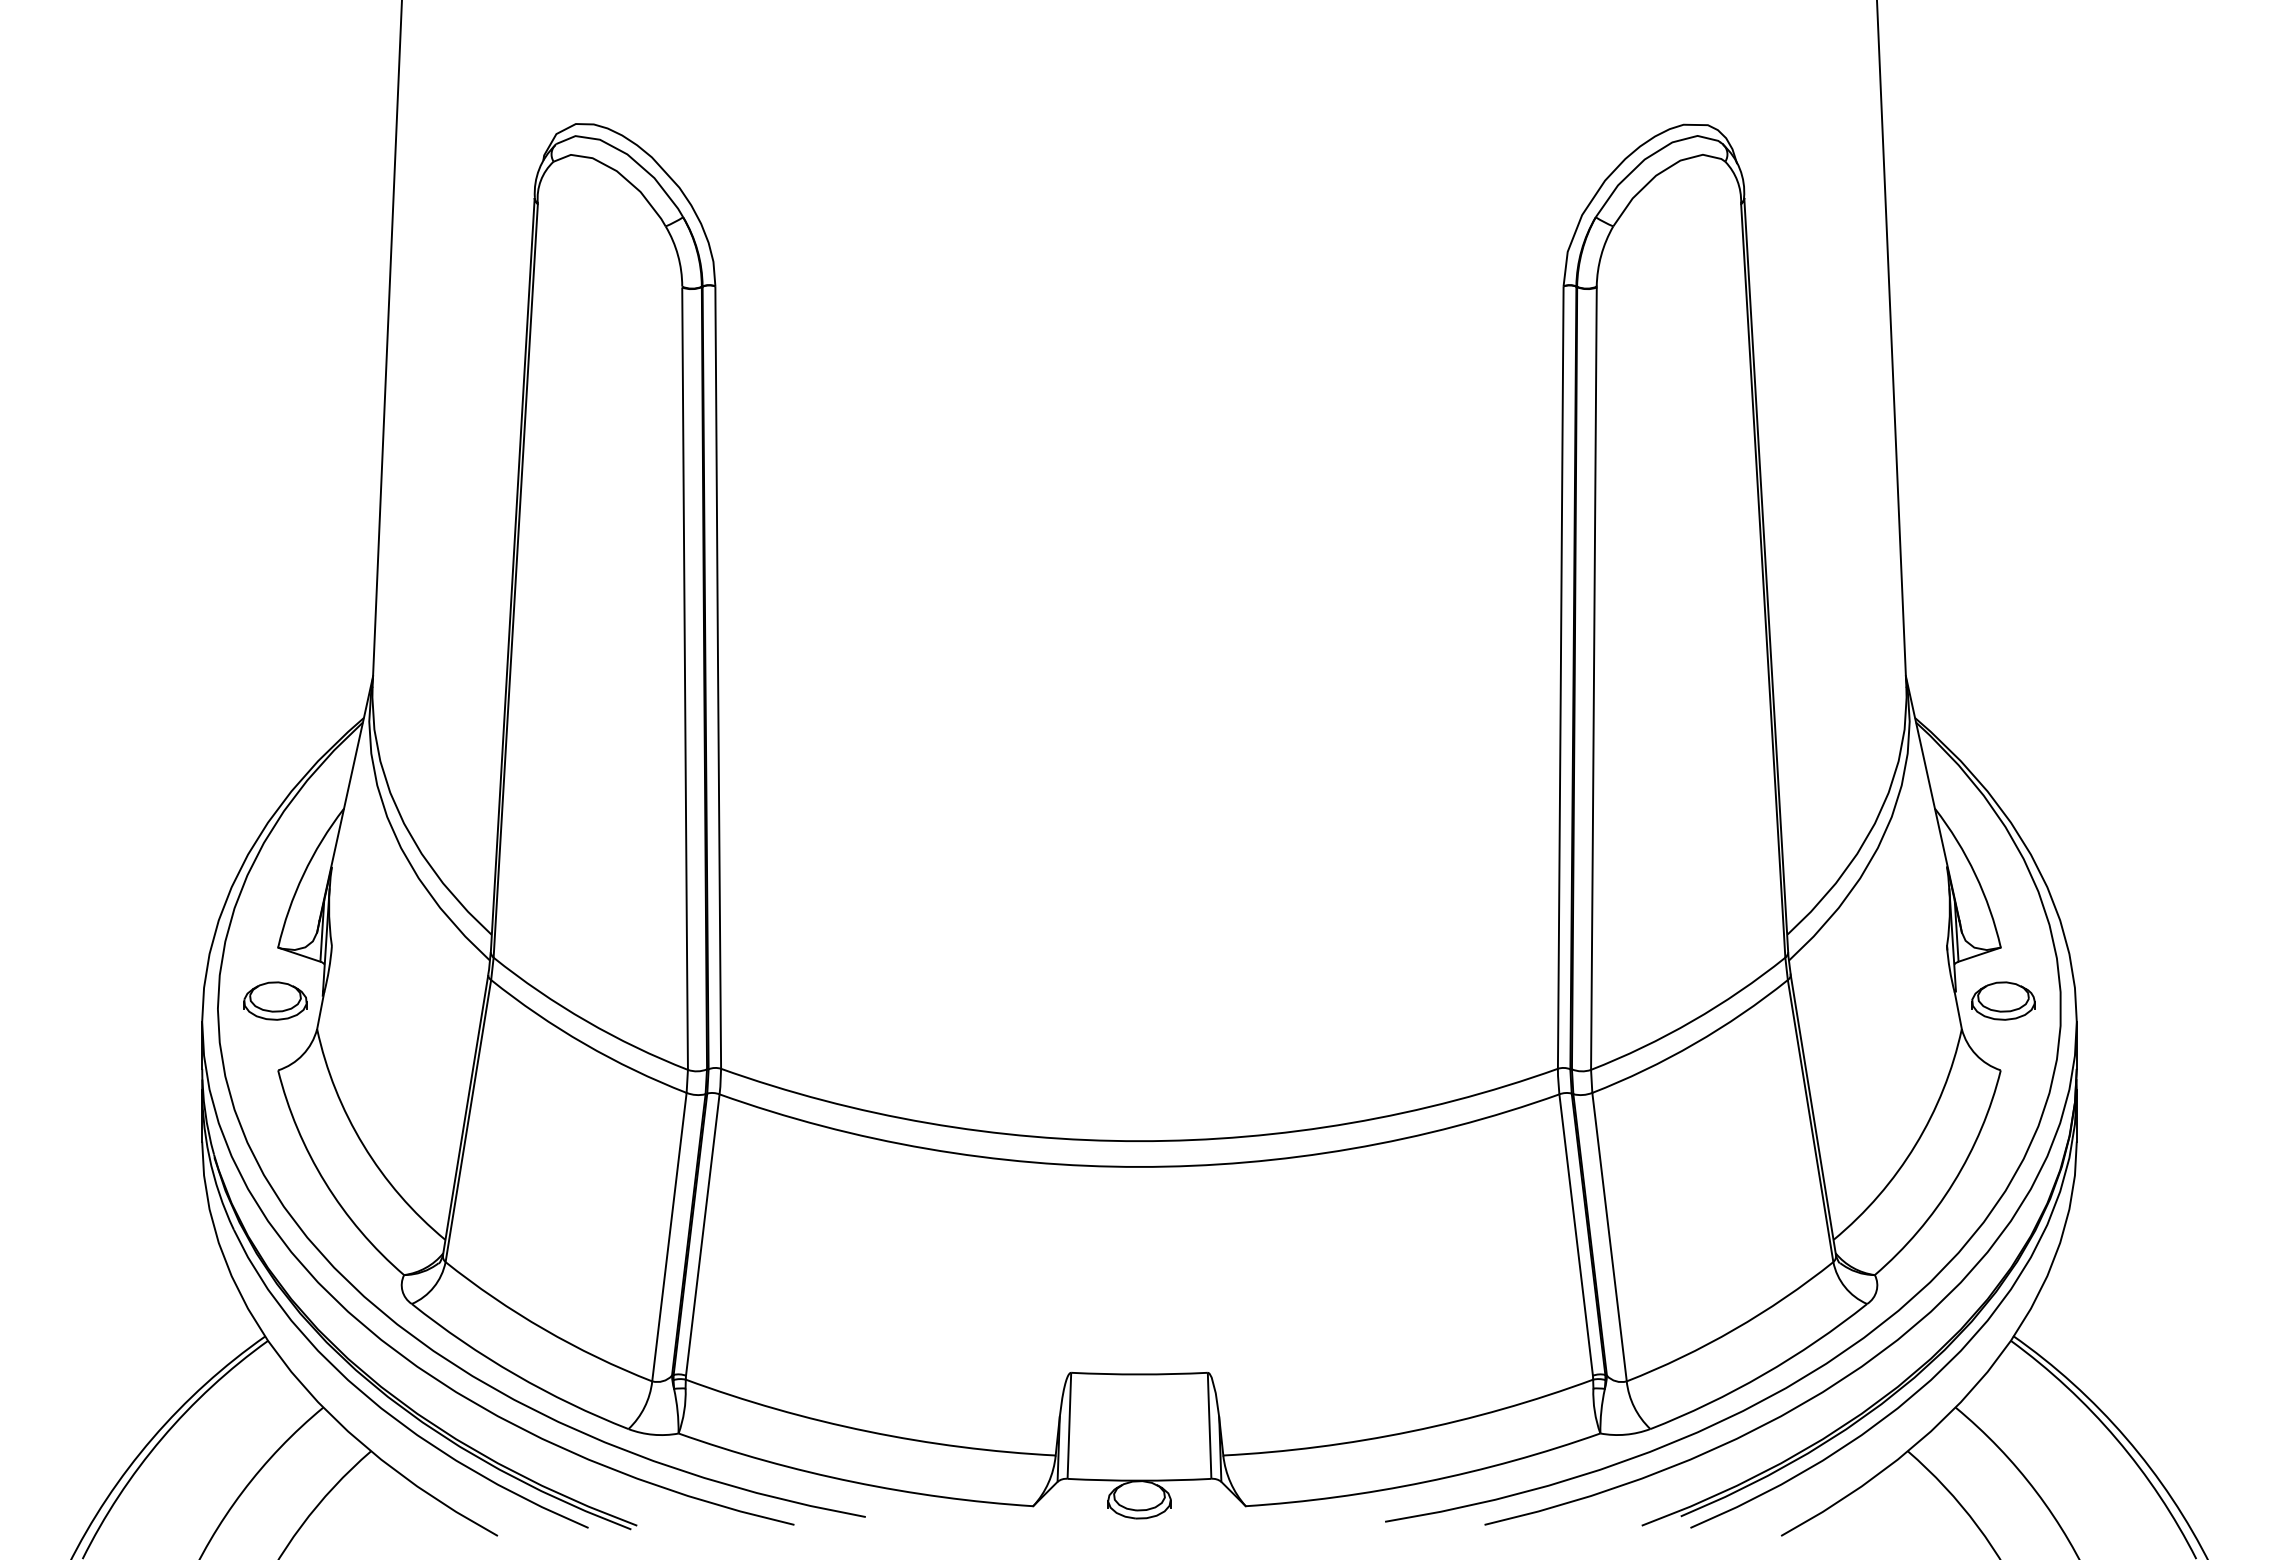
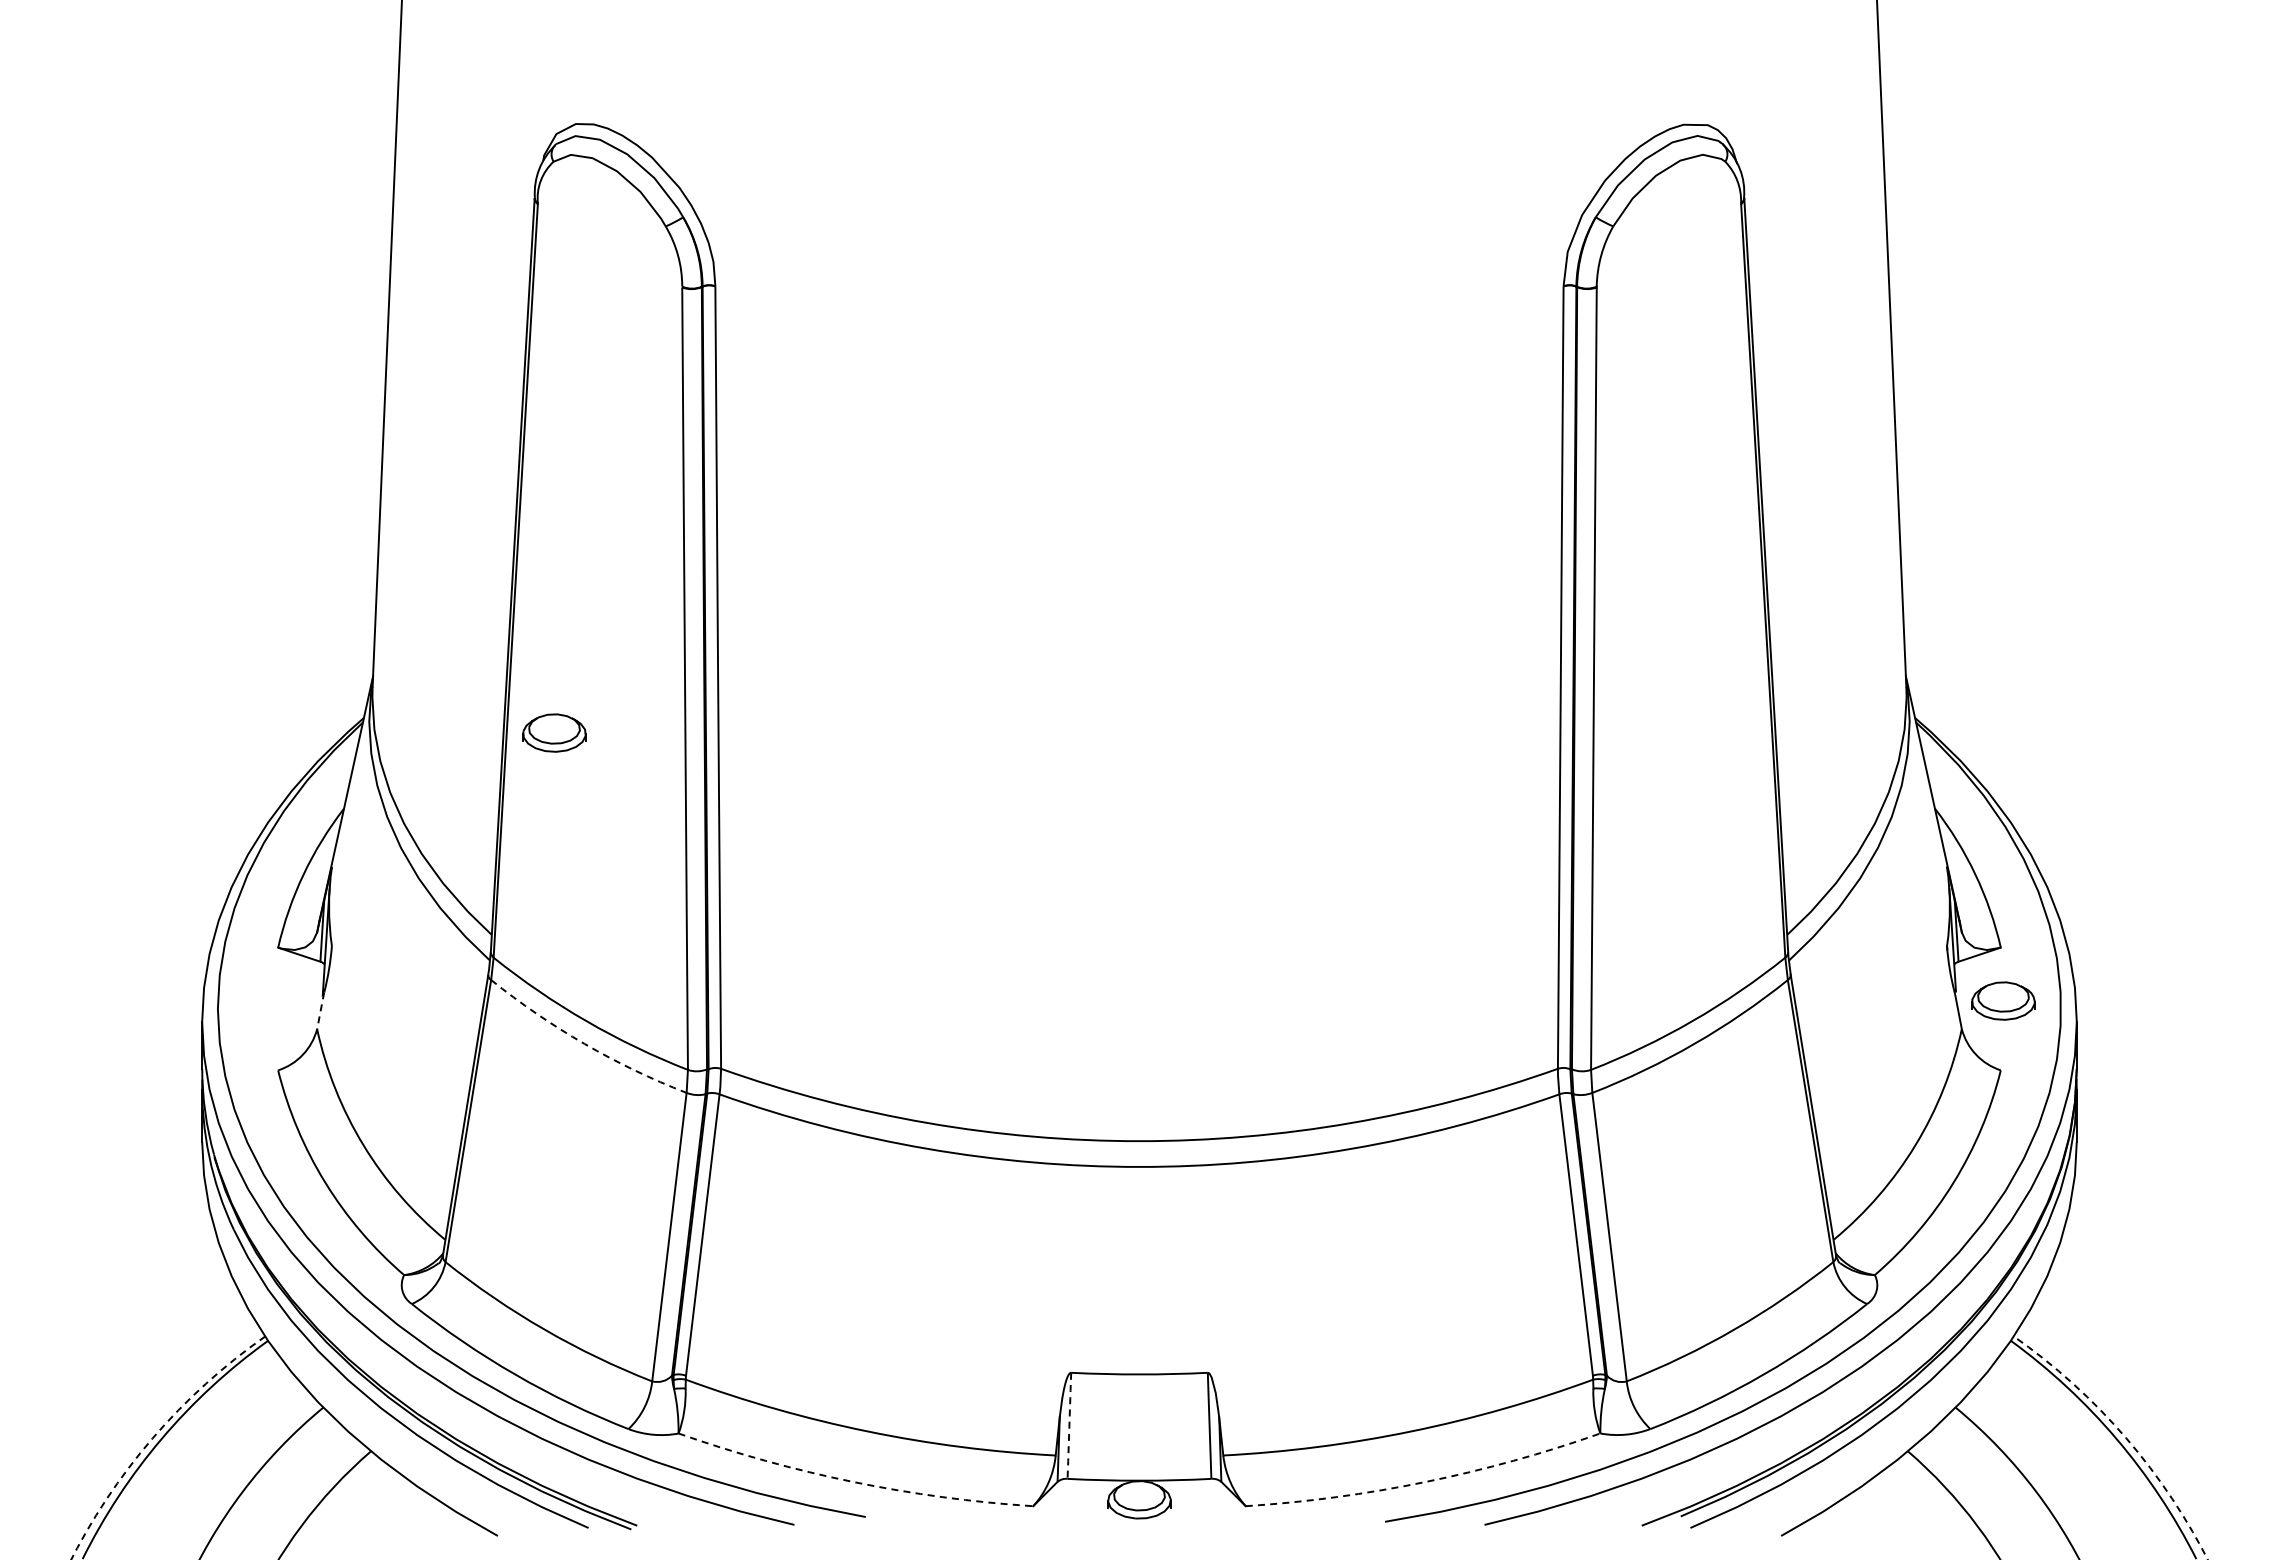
part at (275, 1000) position: (275, 1000) -> (554, 732)
line at (320, 1010): solid -> dashed
arc at (584, 1043): solid -> dashed
line at (1069, 1426): solid -> dashed
arc at (154, 1436): solid -> dashed
arc at (2124, 1436): solid -> dashed
arc at (853, 1482): solid -> dashed
arc at (1425, 1482): solid -> dashed
